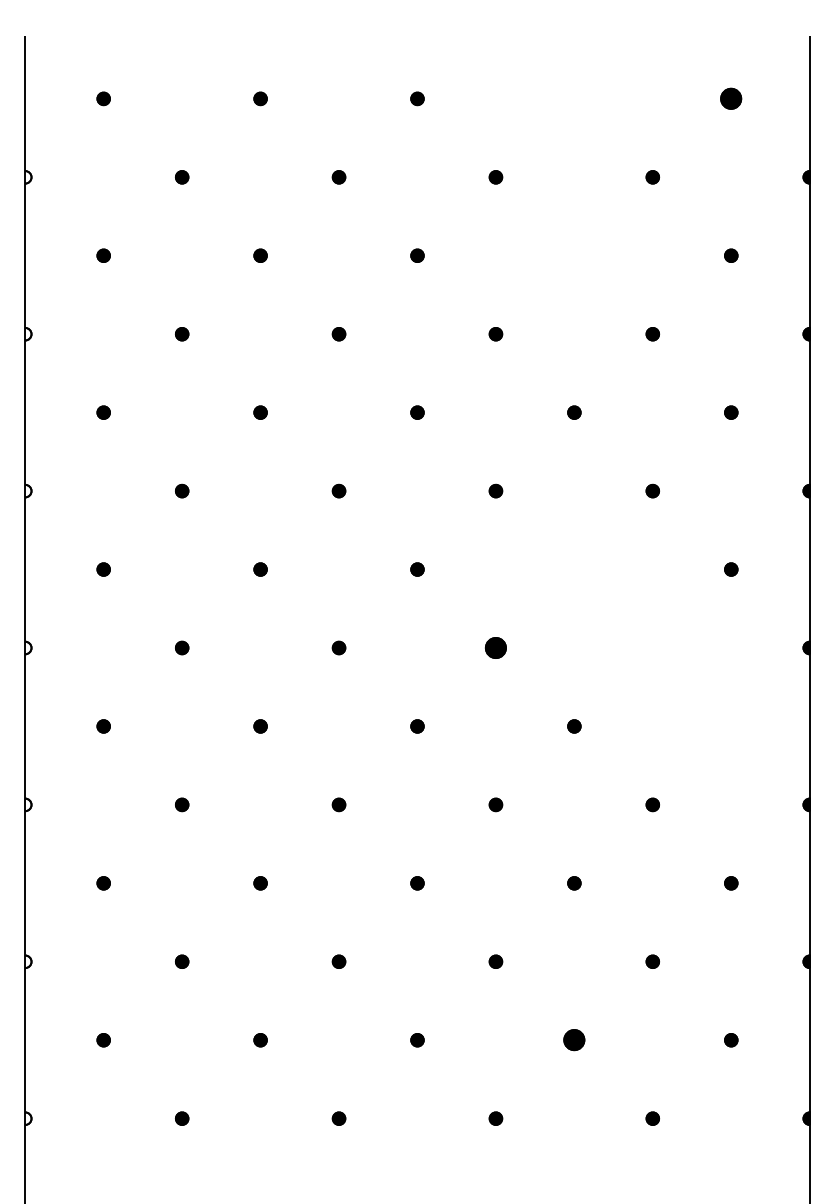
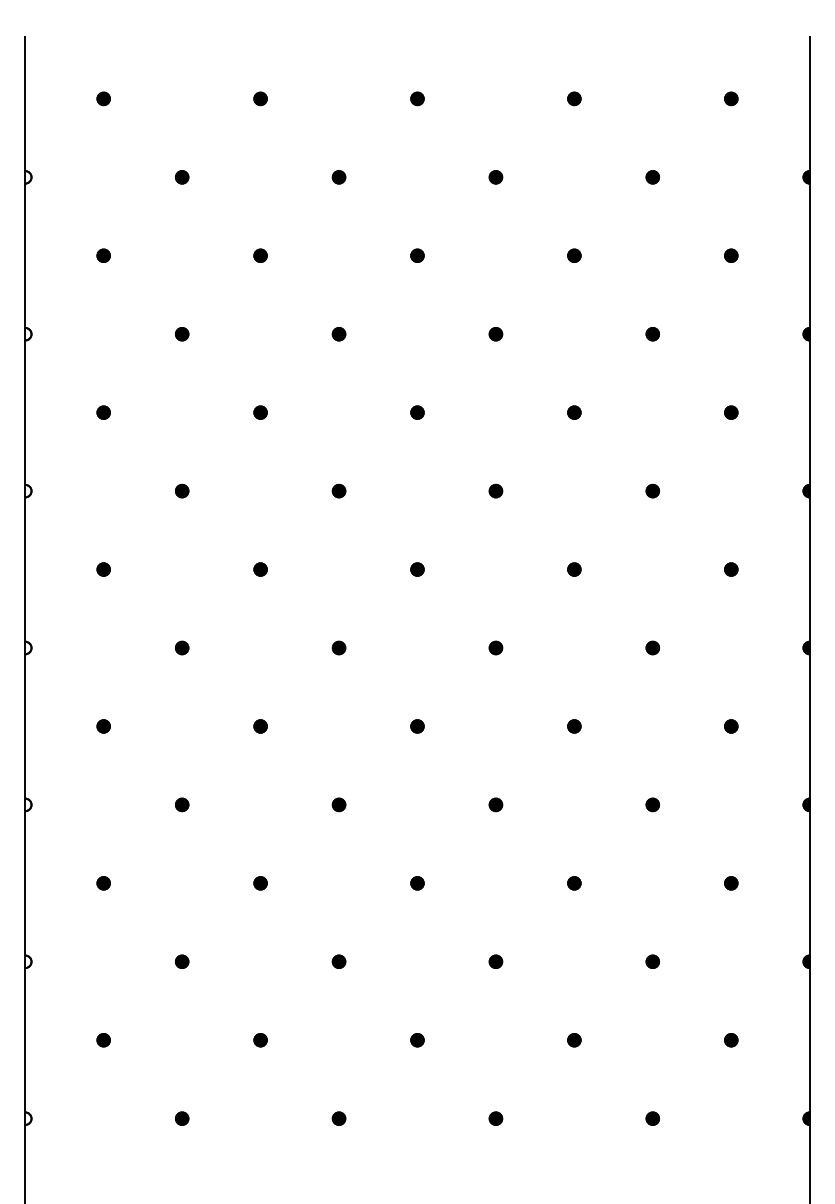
part at (574, 98): none -> present
part at (731, 98) size: 23x23 px -> 15x16 px
part at (574, 255): none -> present
part at (574, 569): none -> present
part at (495, 647) size: 23x22 px -> 16x16 px
part at (652, 647): none -> present
part at (731, 726): none -> present
part at (574, 1040) size: 23x23 px -> 15x15 px
